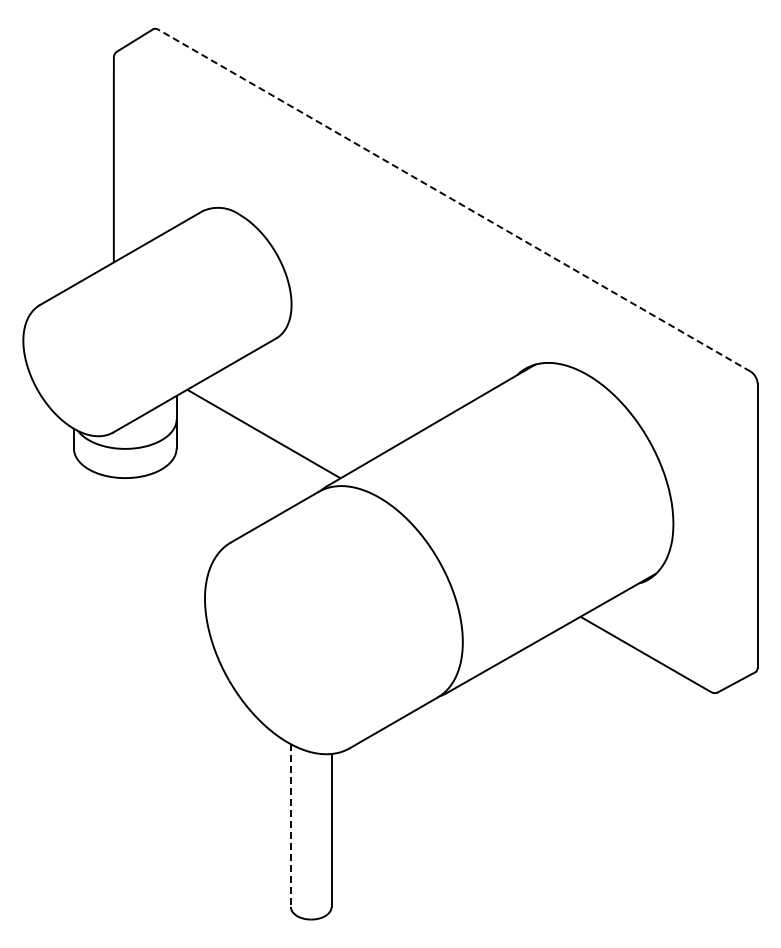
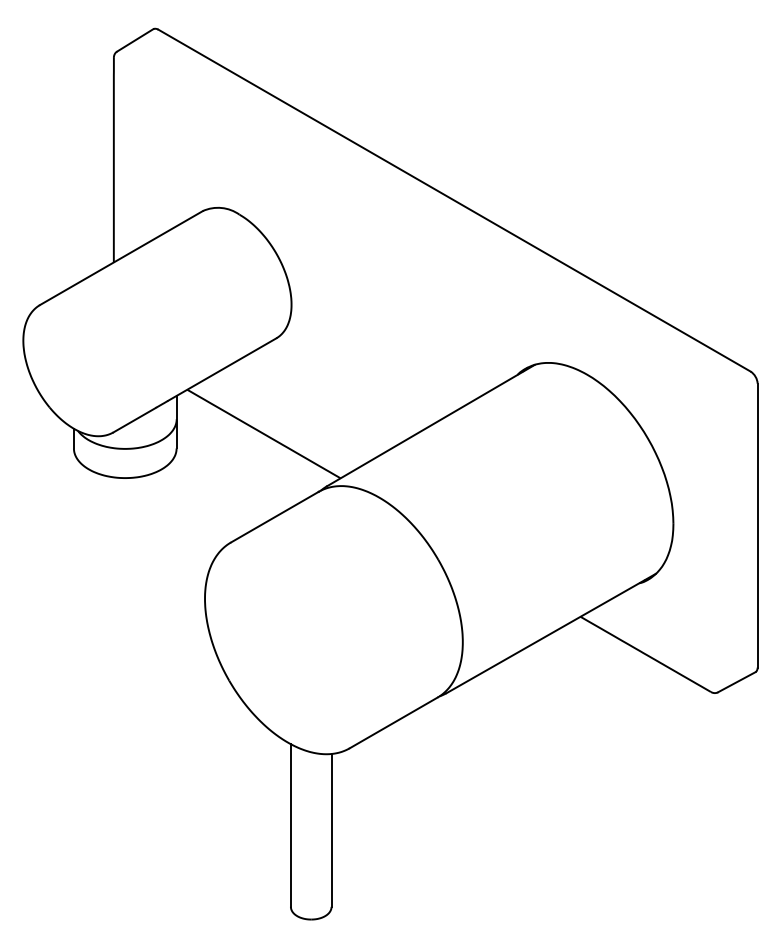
line at (454, 200): dashed -> solid
line at (290, 826): dashed -> solid
